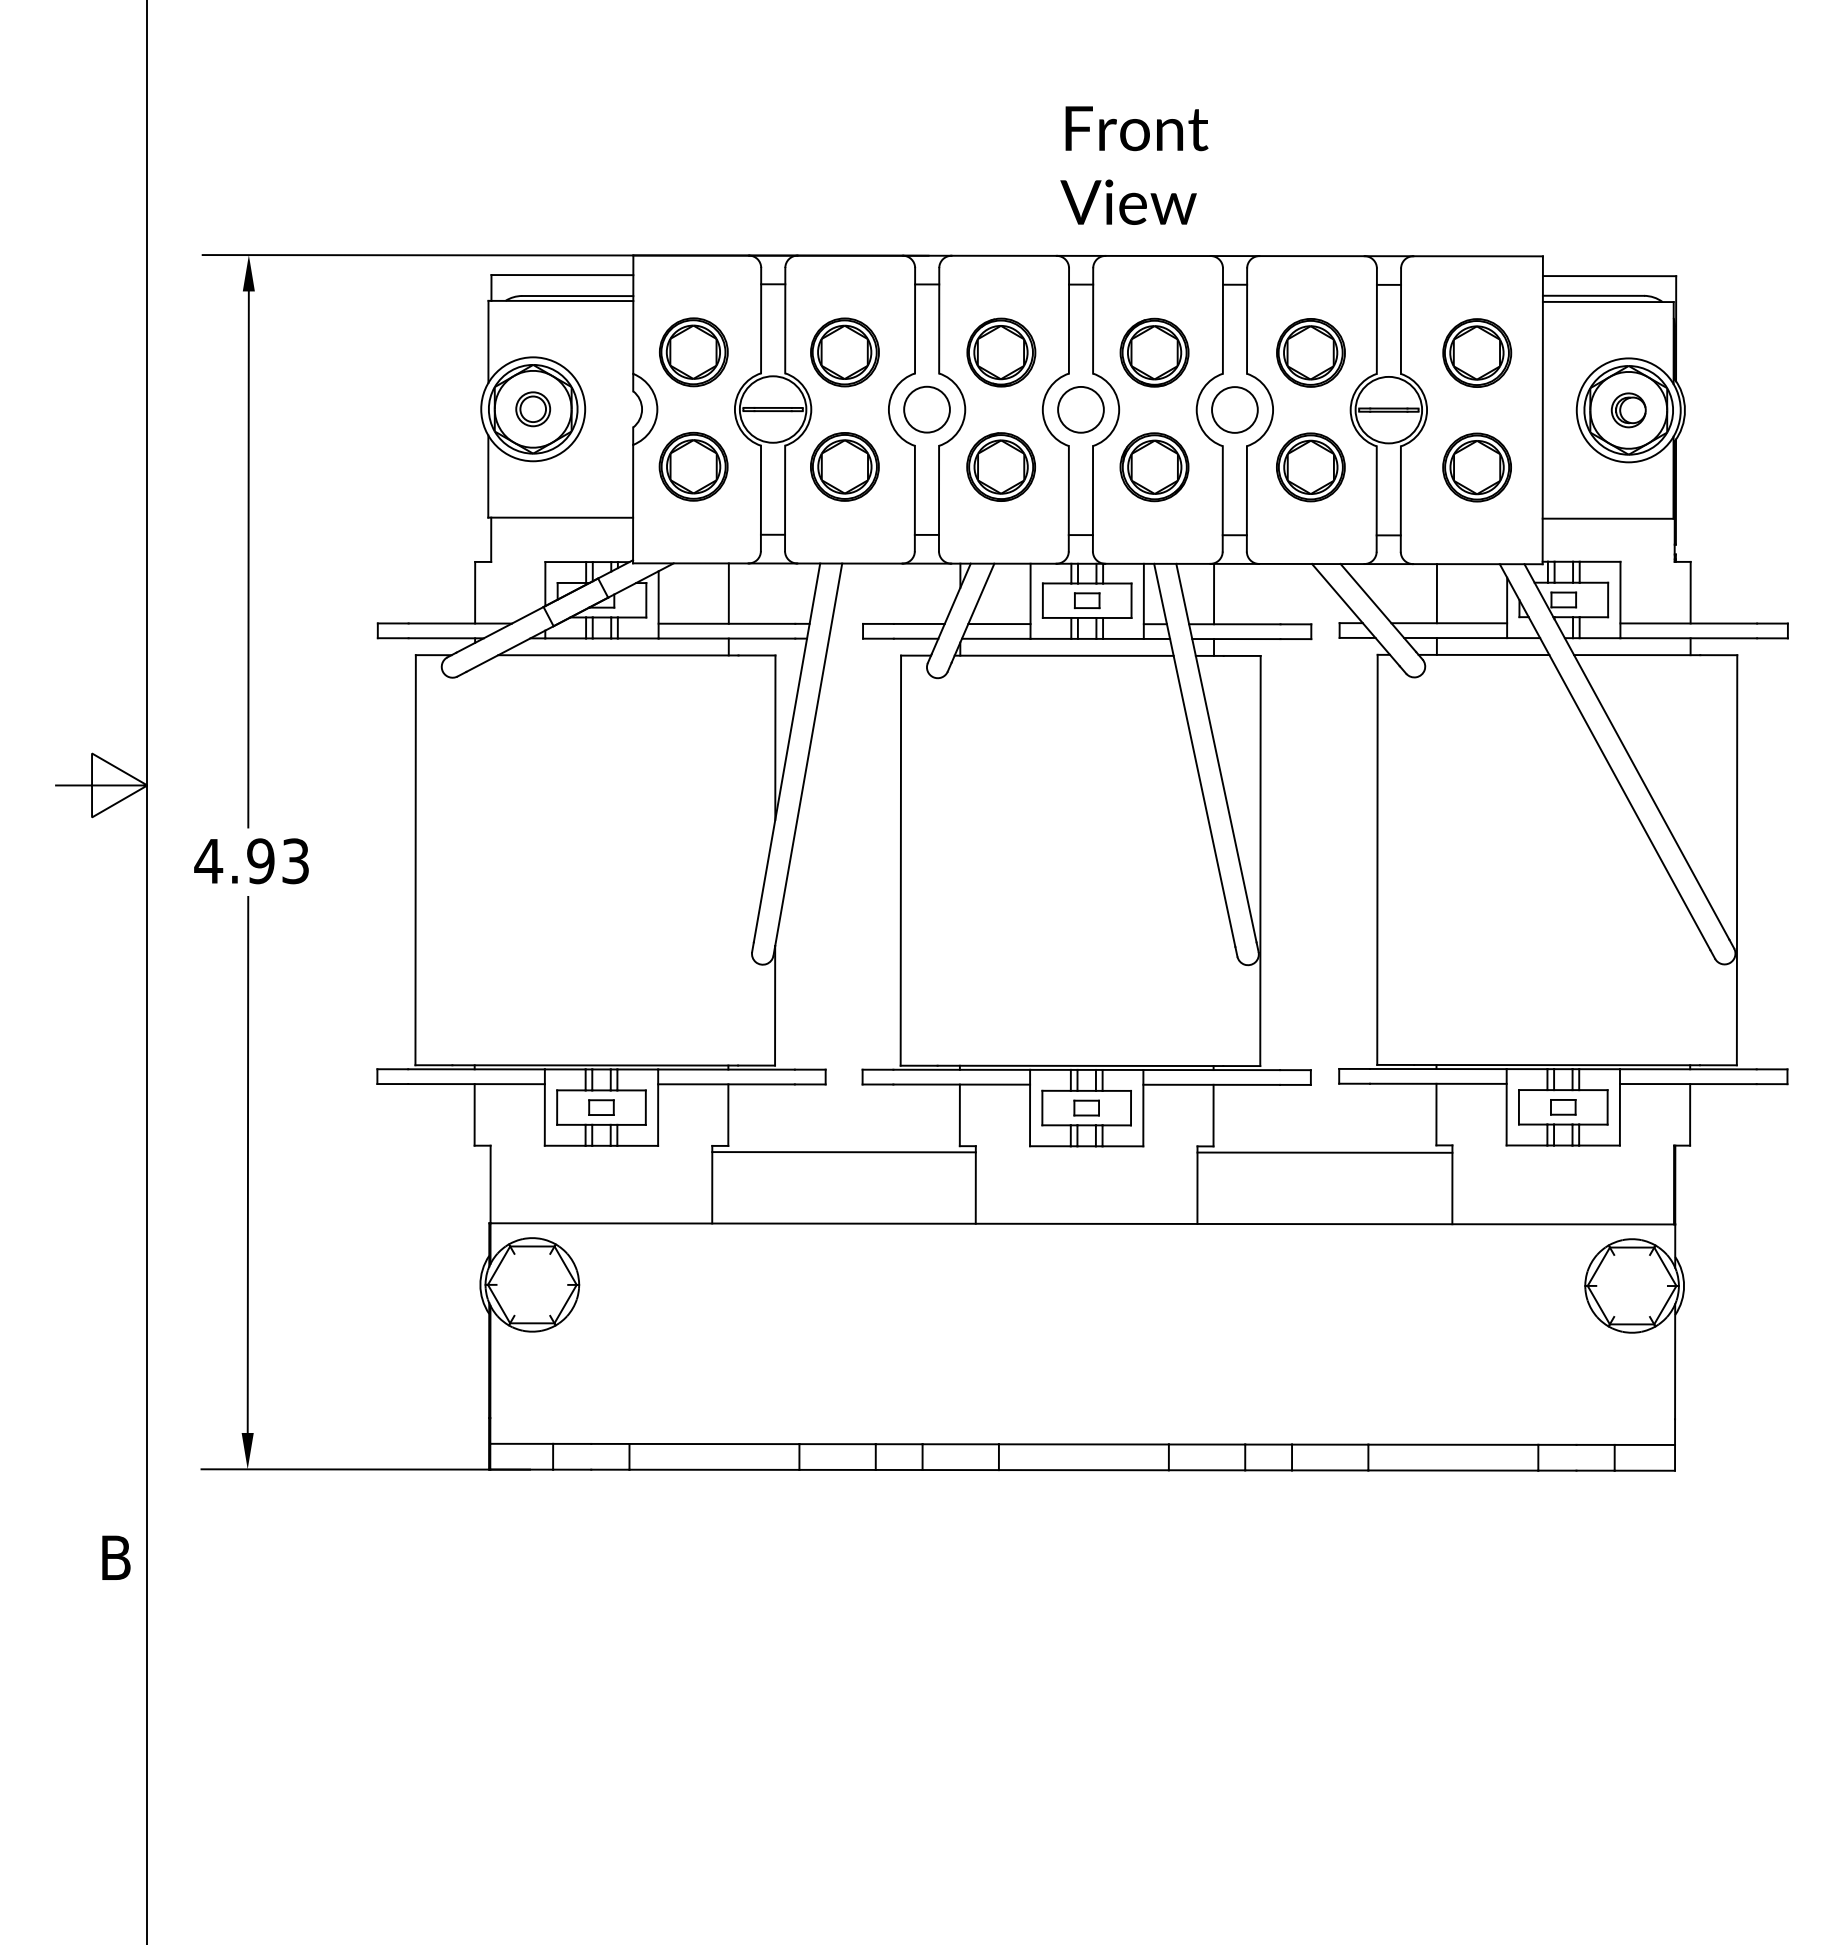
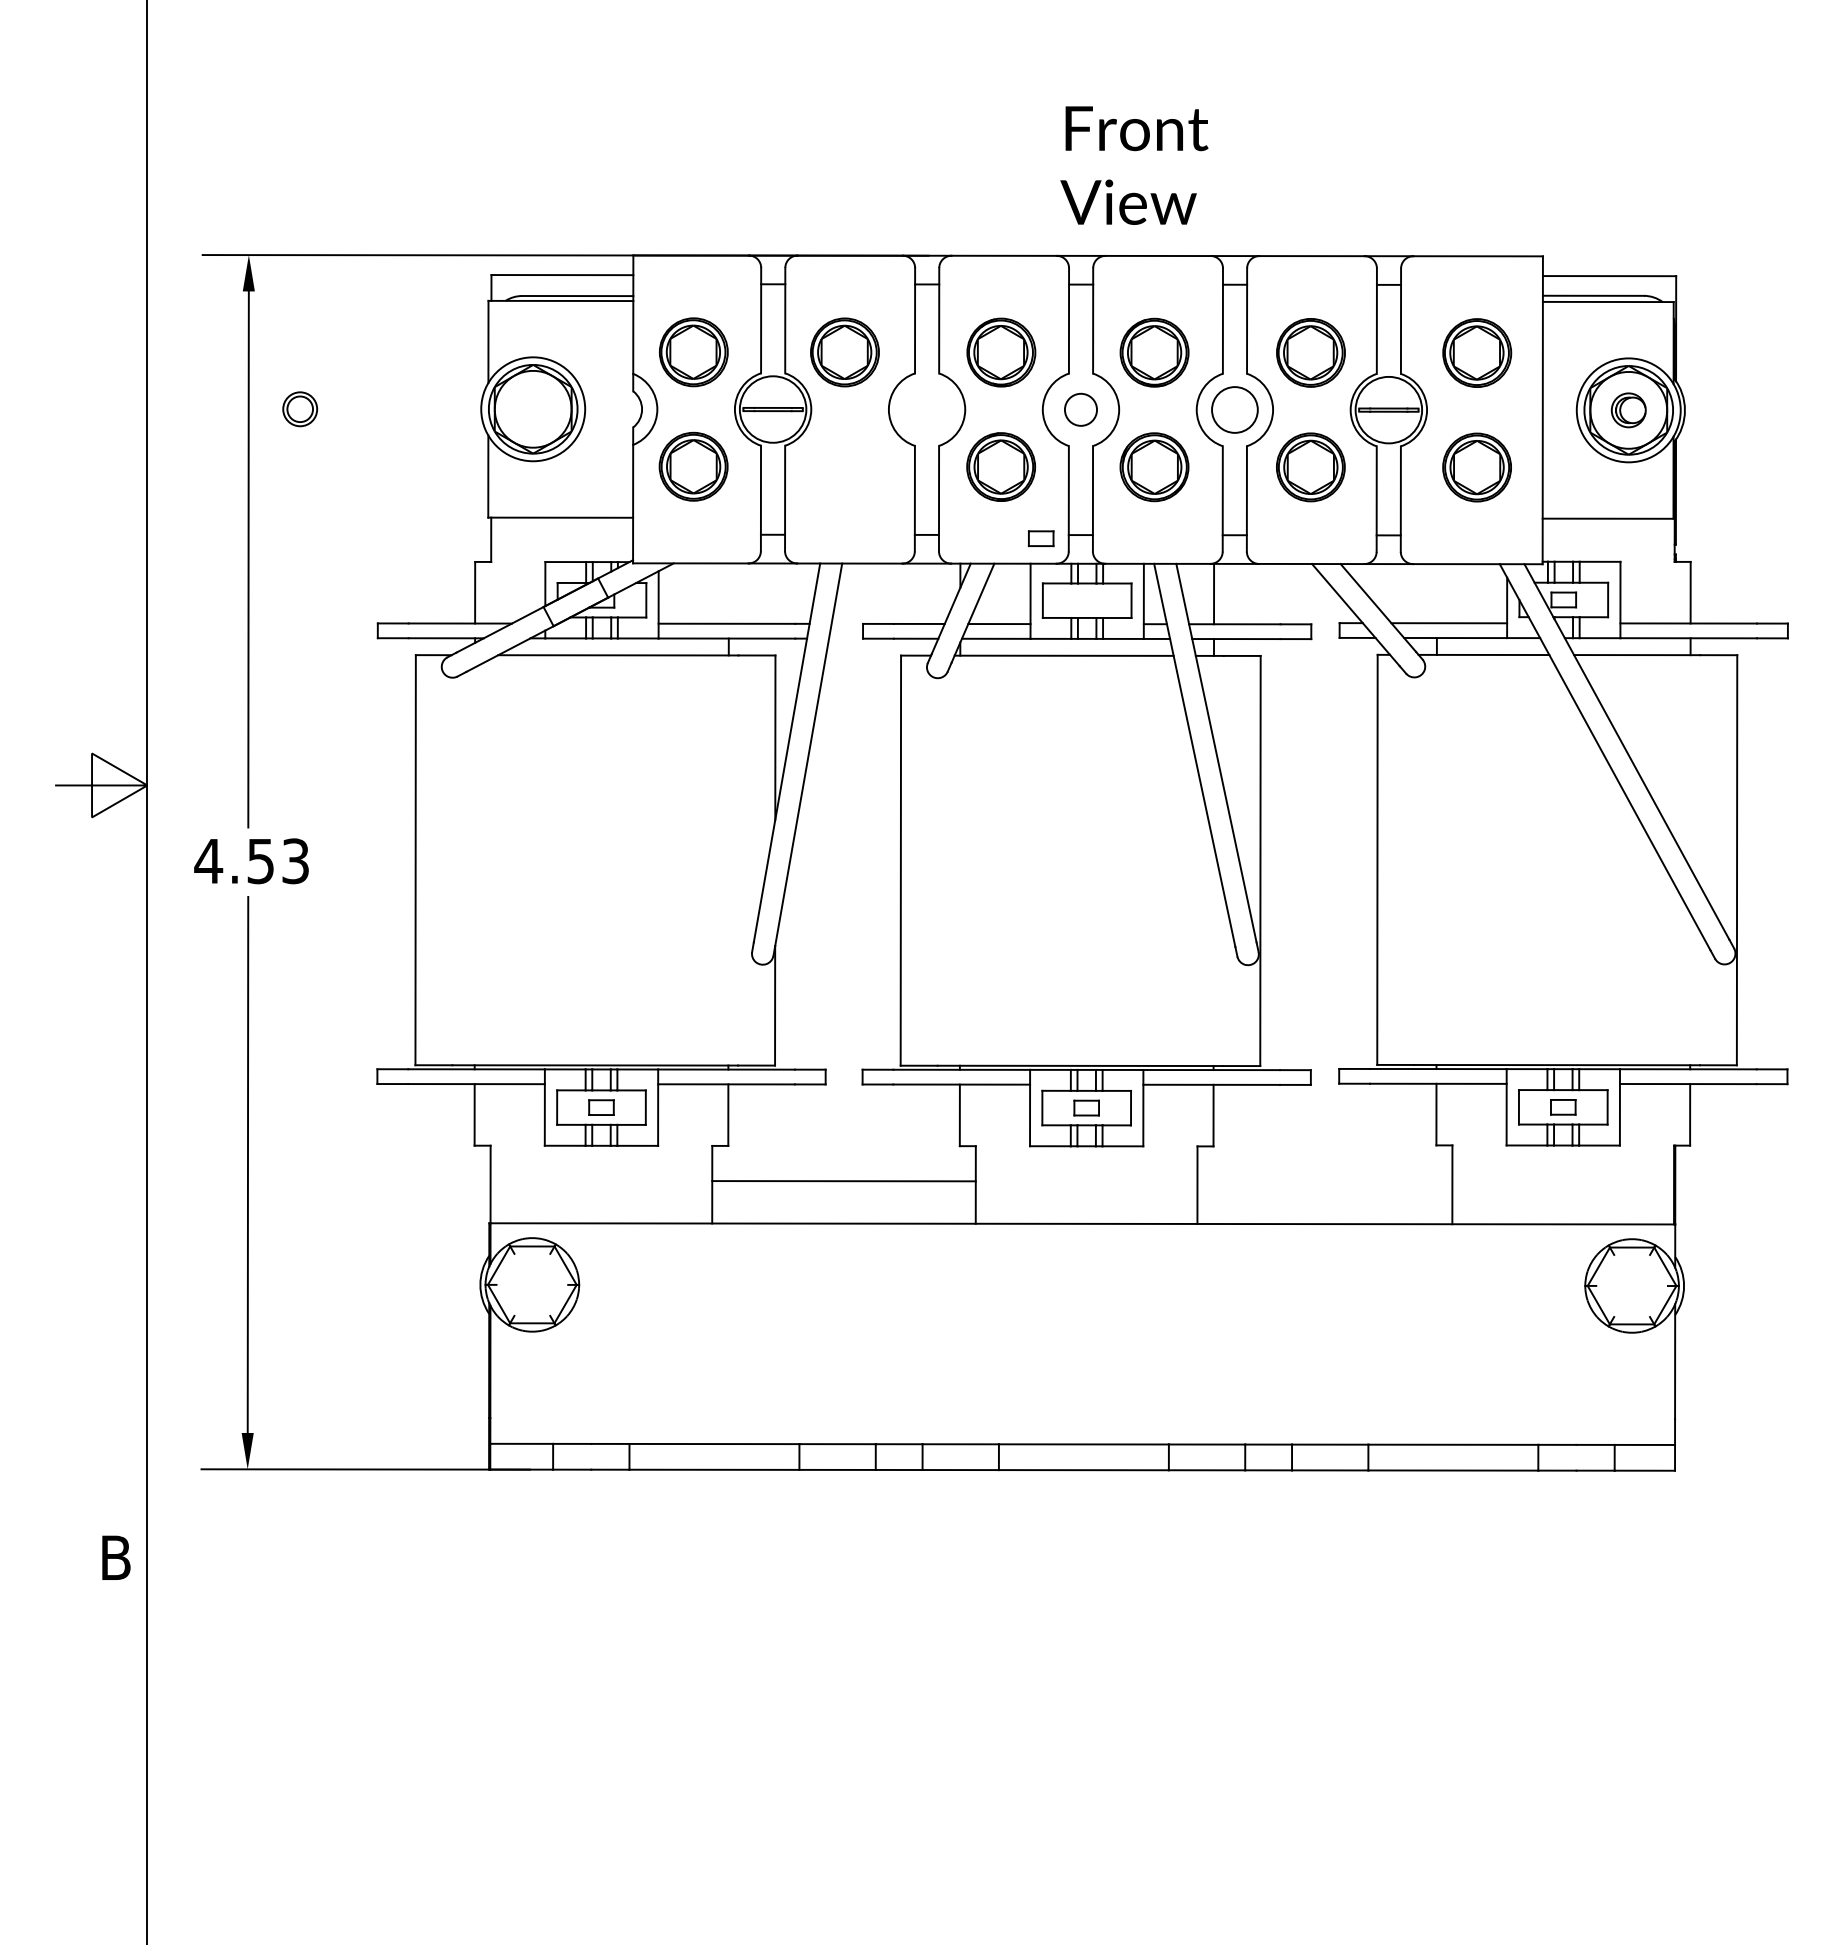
part at (533, 409) position: (533, 409) -> (300, 409)
circle at (926, 409): present -> none
circle at (1080, 409) diameter: 46 px -> 32 px
part at (844, 466): present -> none
line at (728, 593): present -> none
line at (1436, 593): present -> none
part at (1086, 600) position: (1086, 600) -> (1040, 538)
text at (260, 861): 4.93 -> 4.53
line at (843, 1152) position: (843, 1152) -> (843, 1181)
line at (1324, 1152): present -> none
